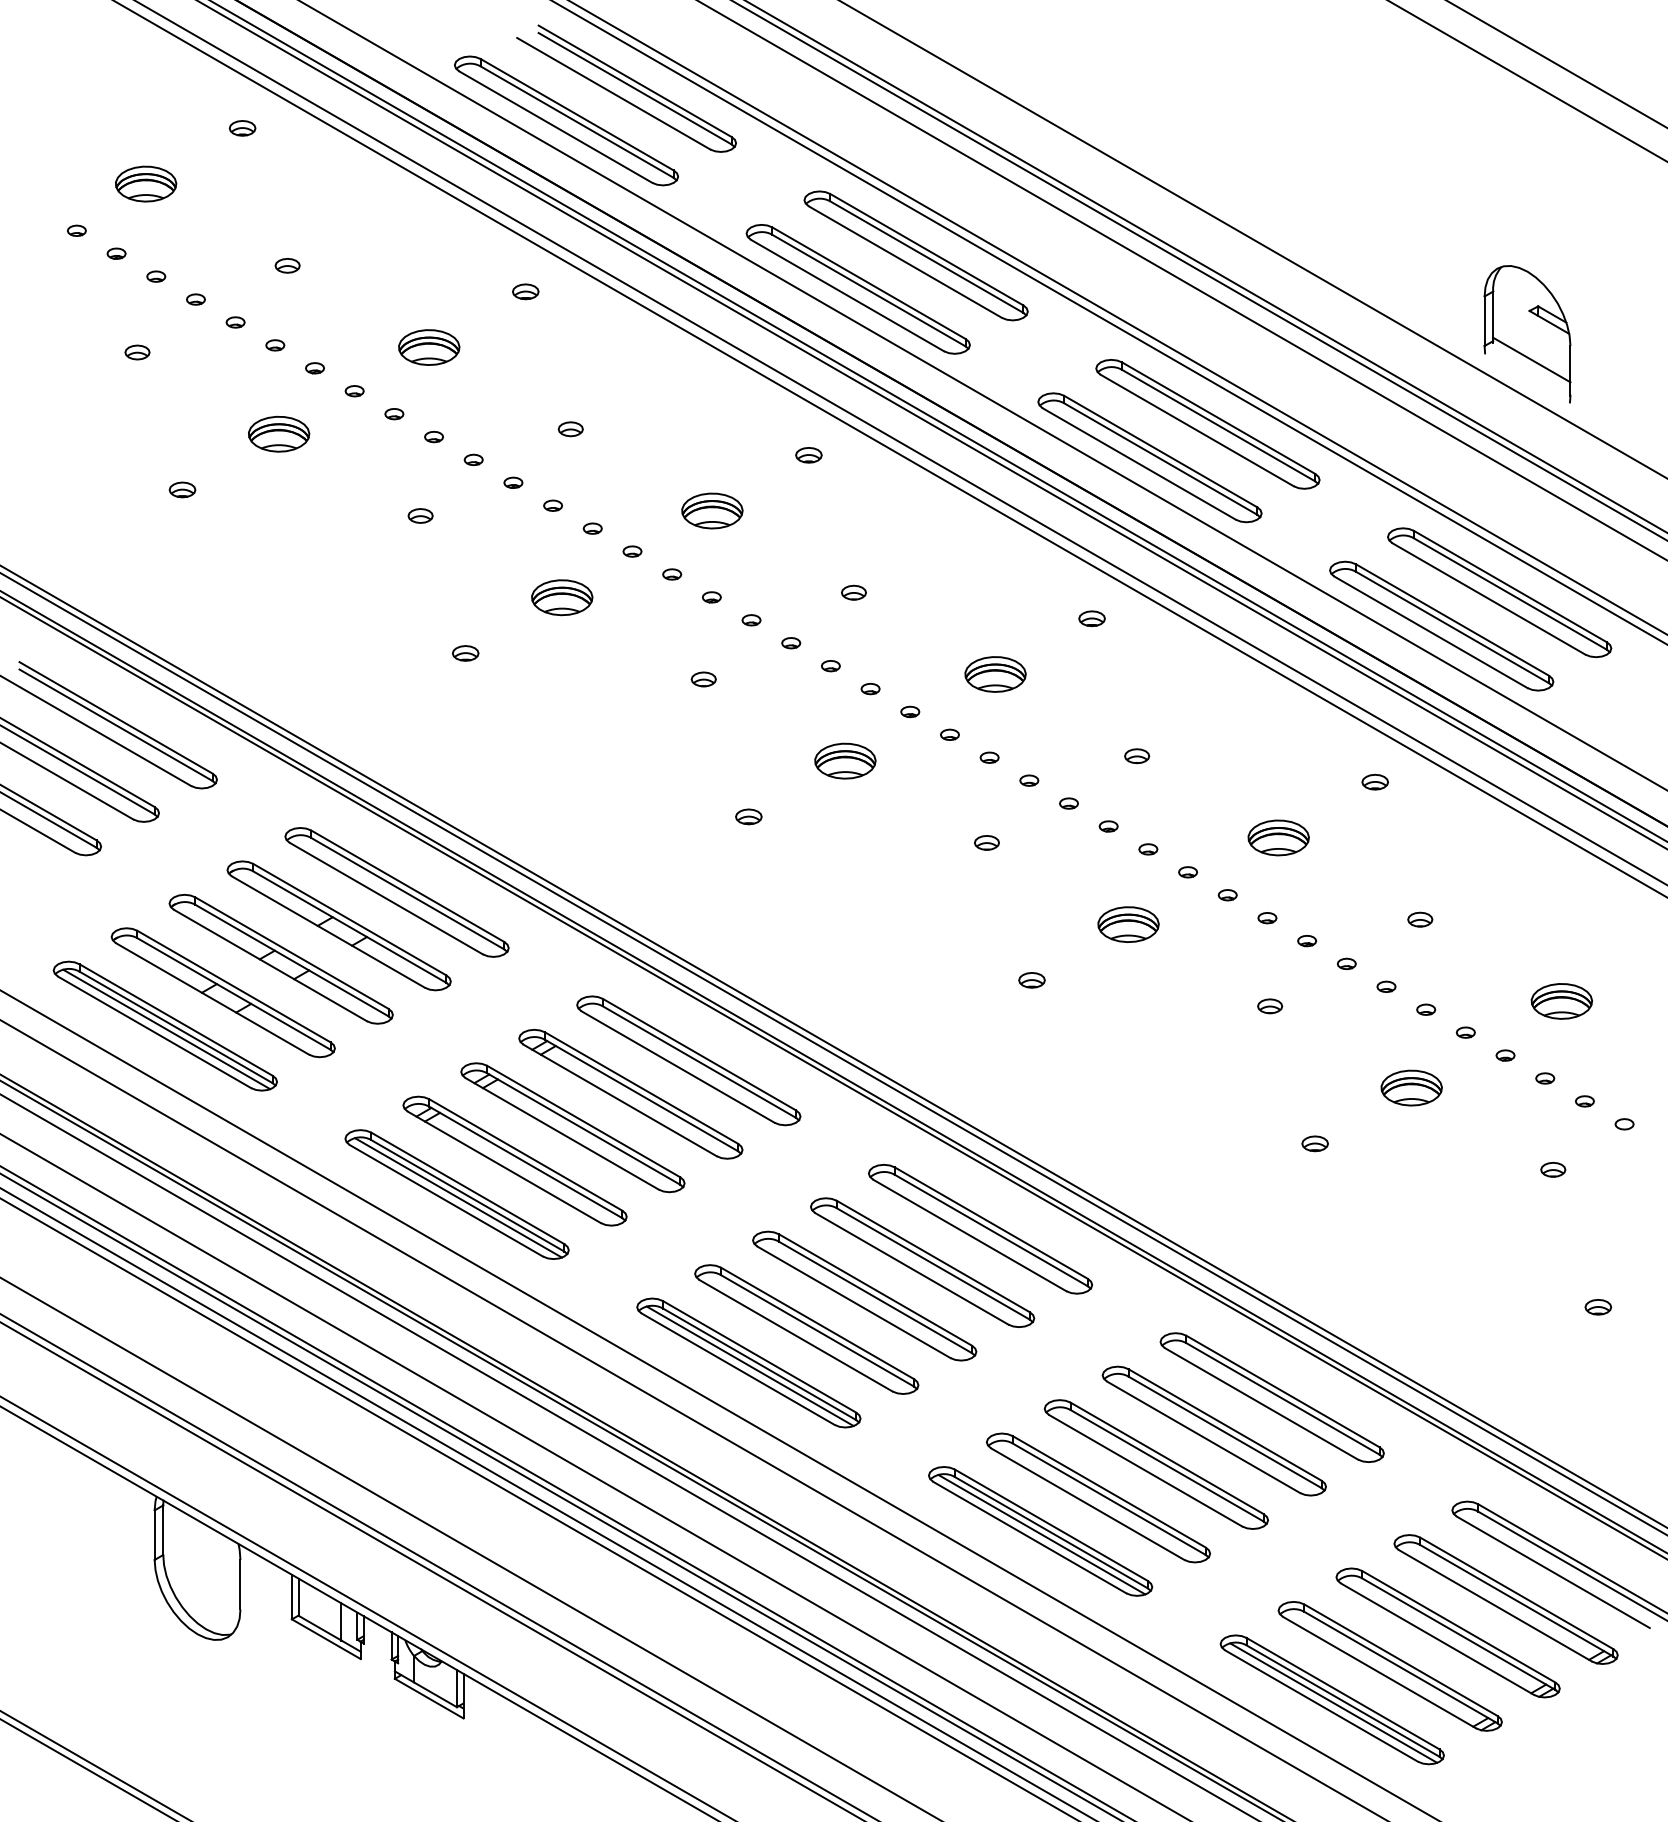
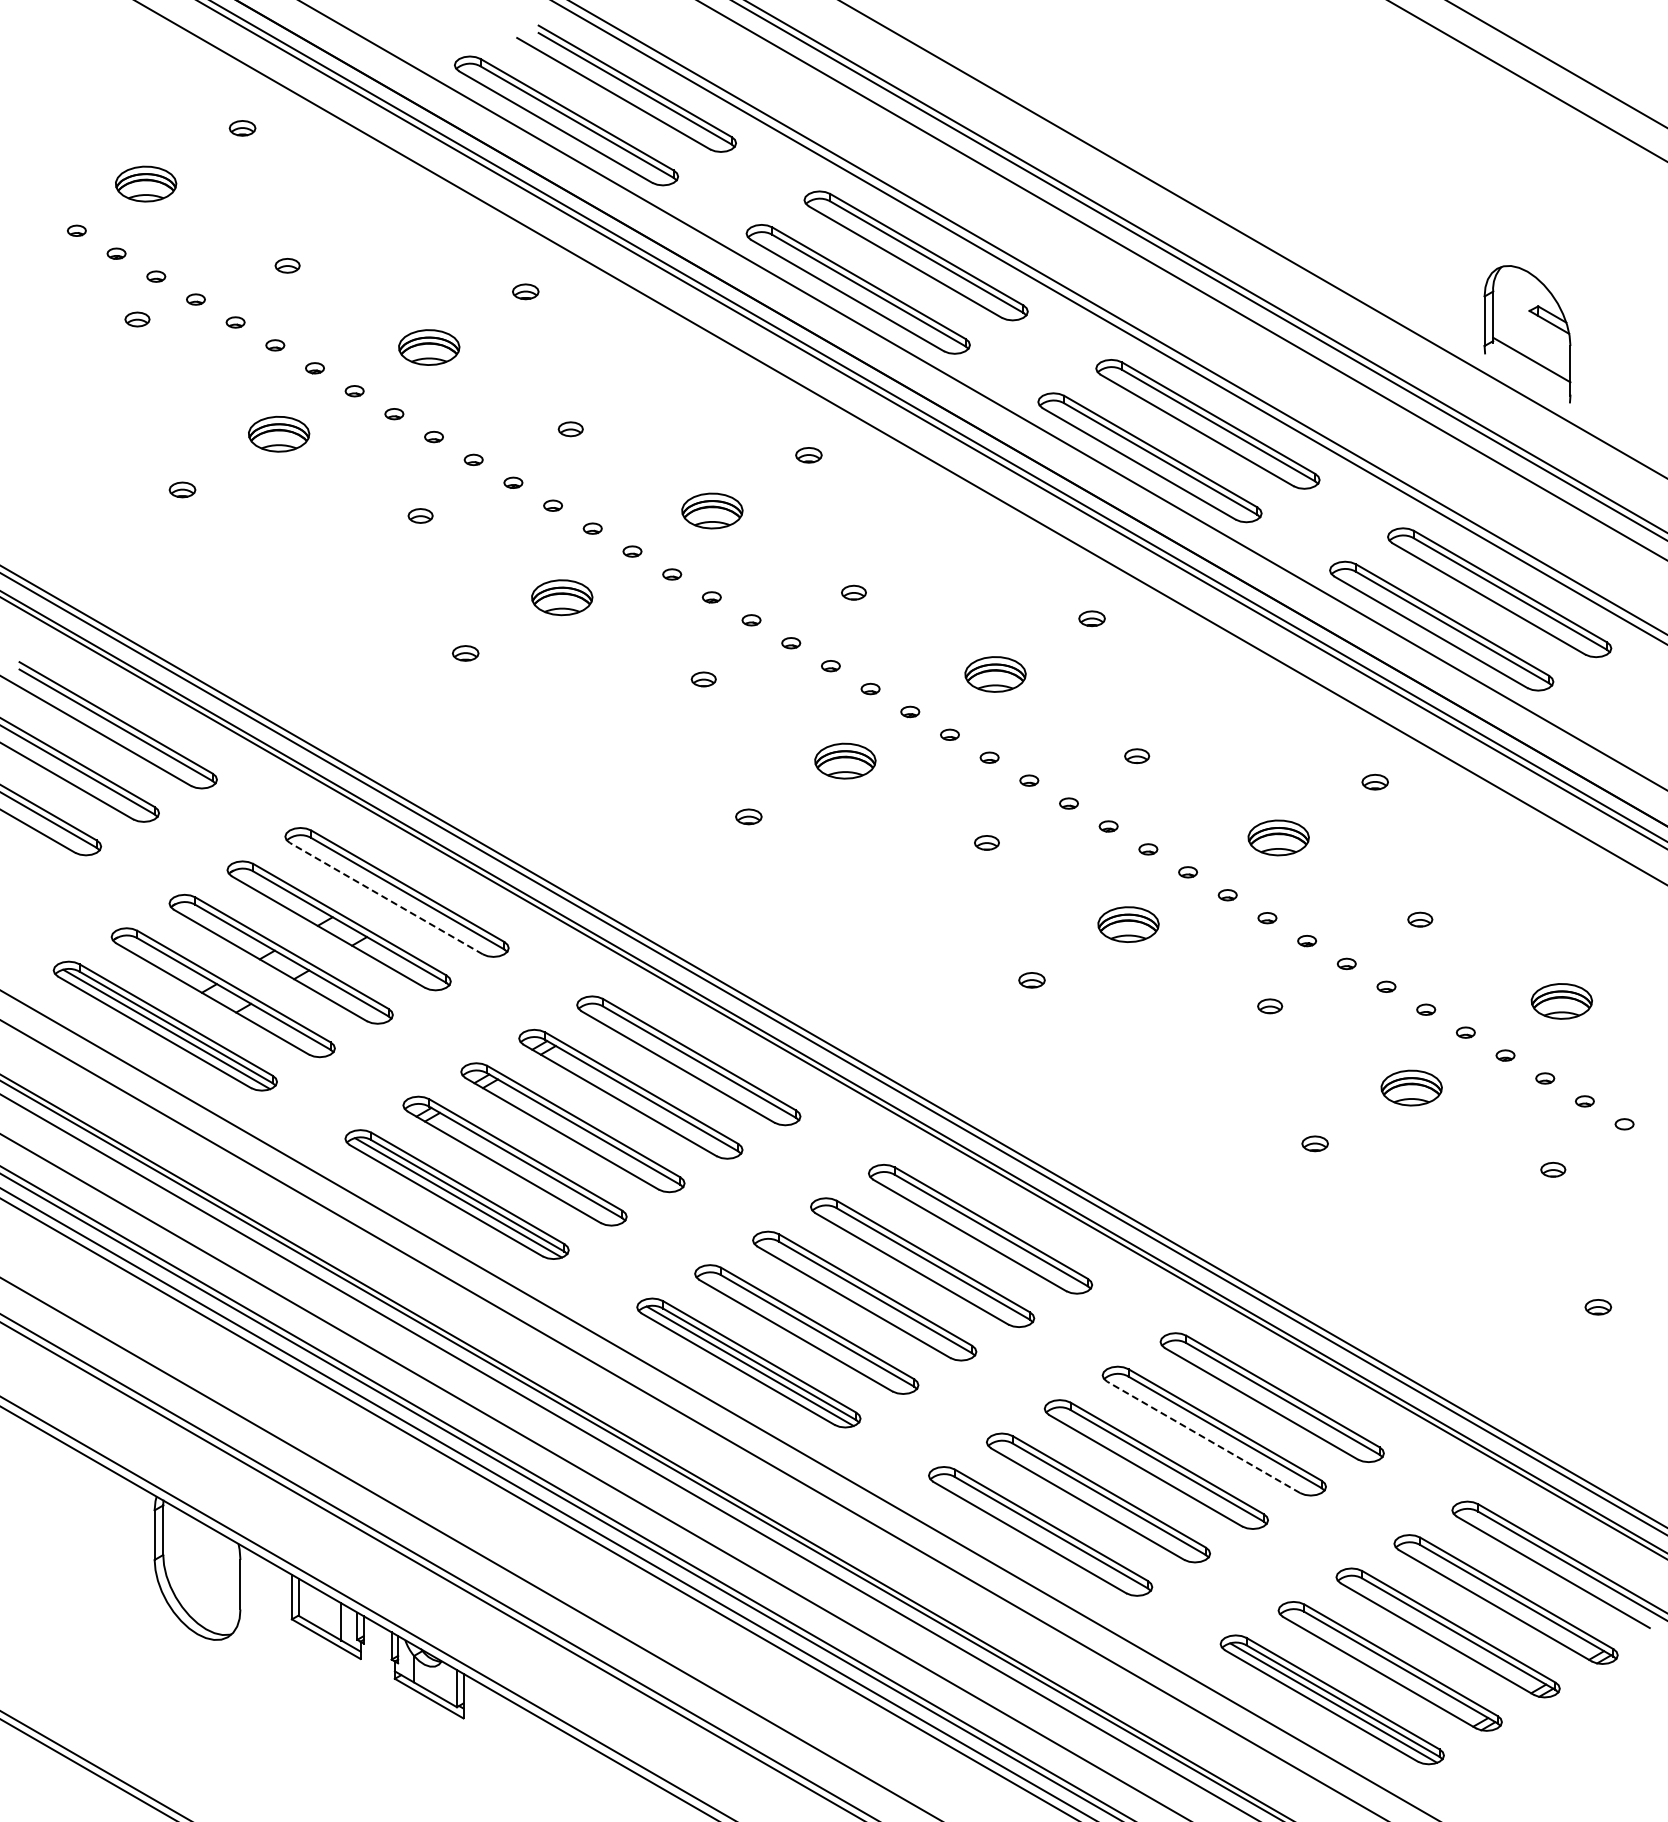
part at (137, 352) position: (137, 352) -> (137, 319)
line at (890, 449): present -> none
line at (385, 898): solid -> dashed
line at (1203, 1437): solid -> dashed
line at (1041, 1534): present -> none
